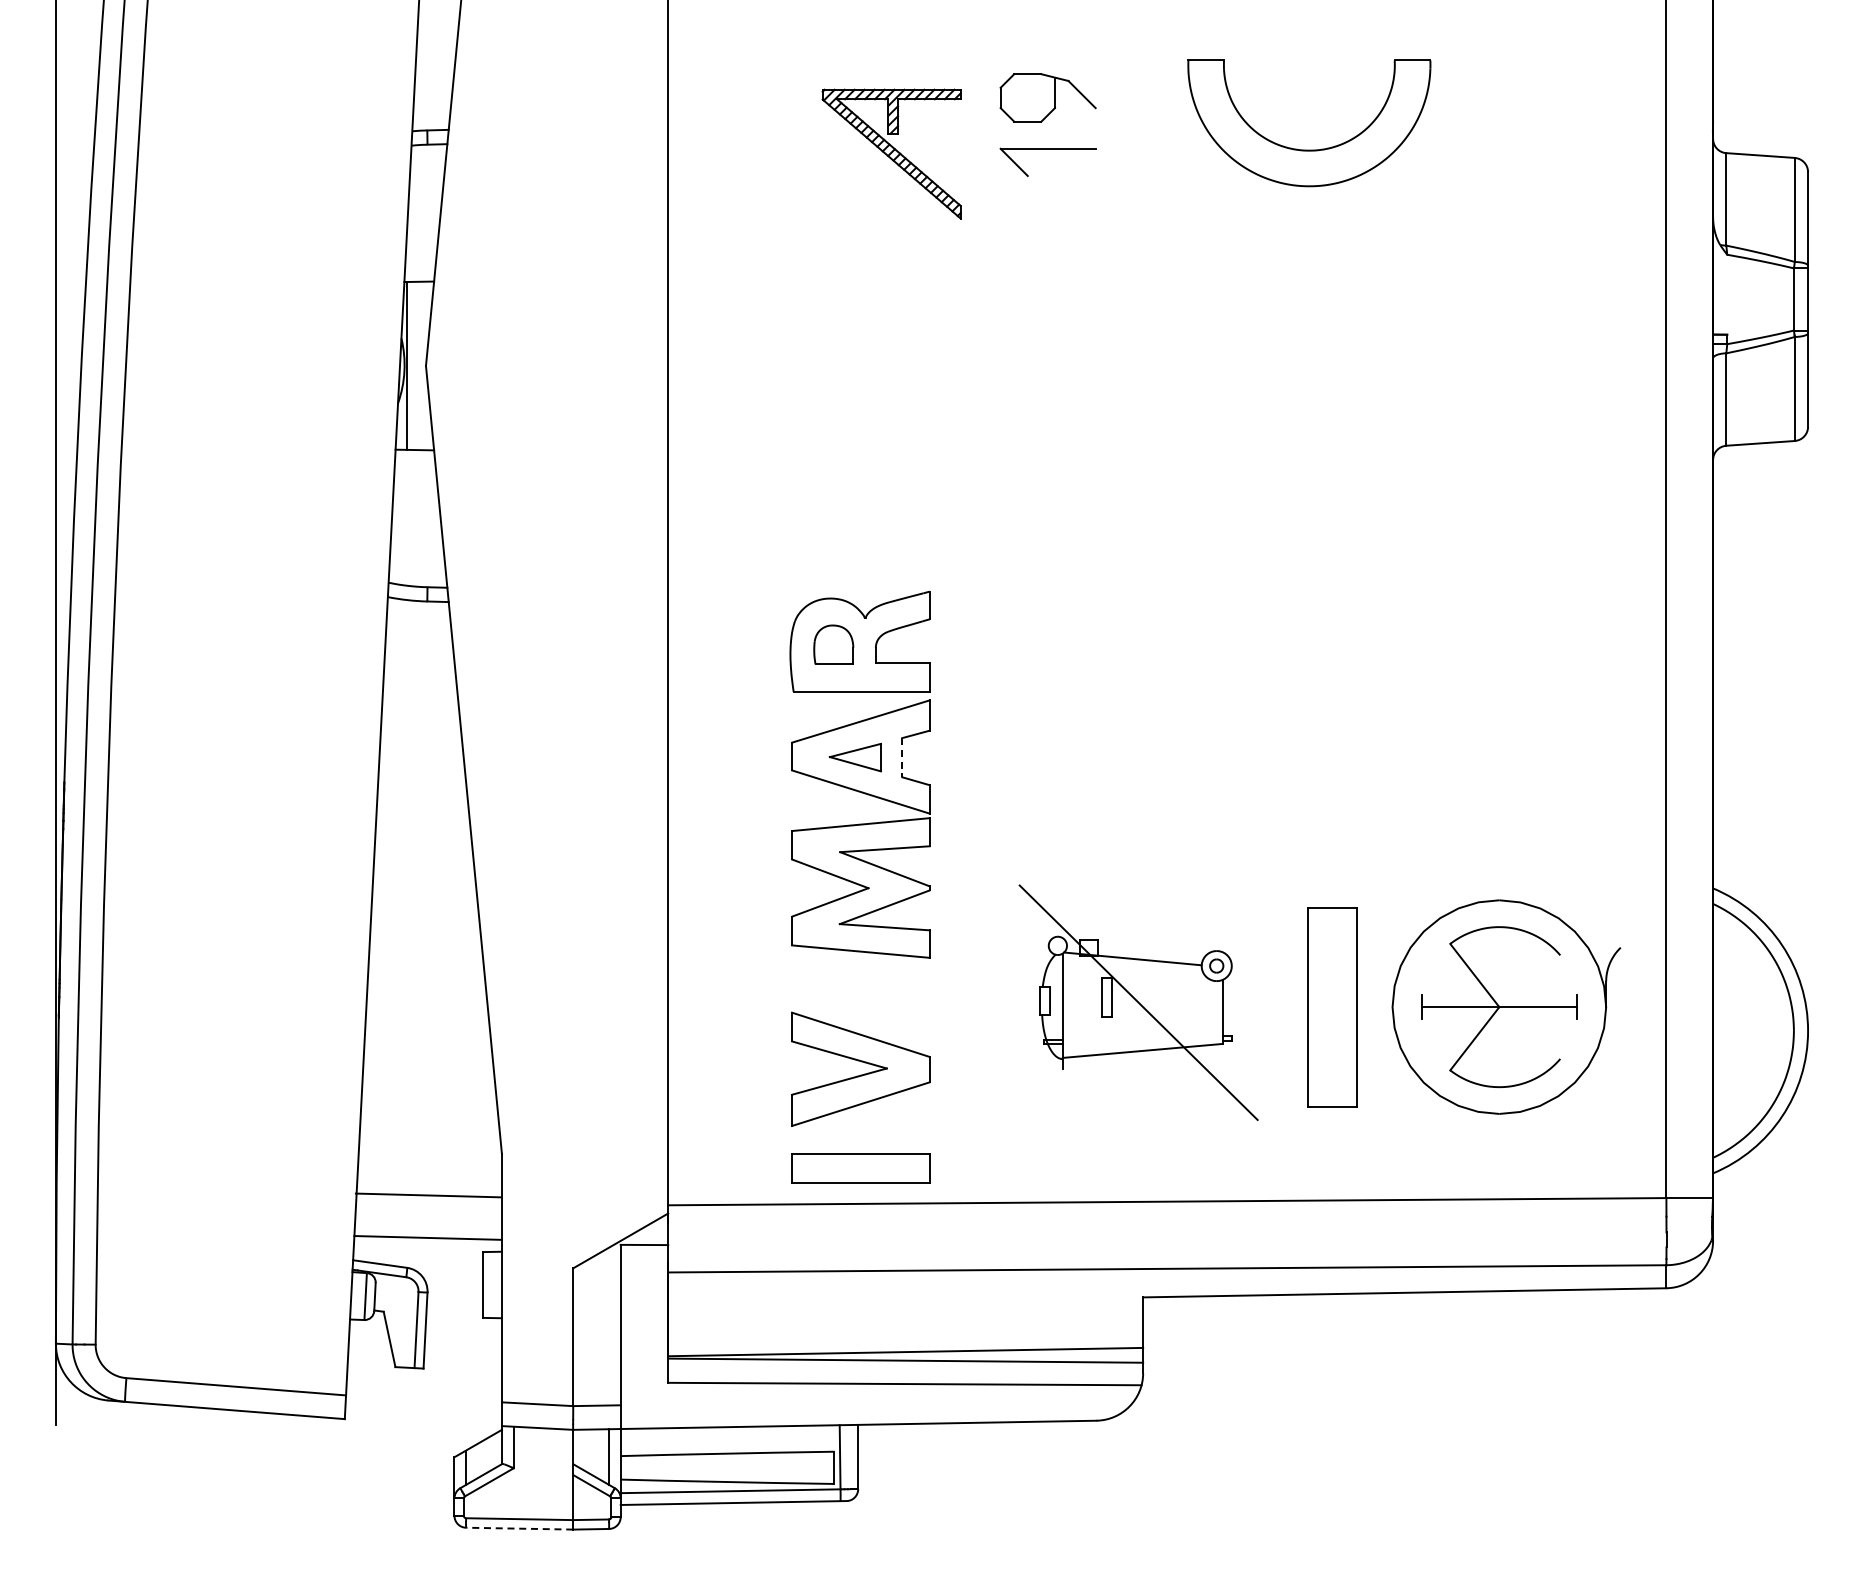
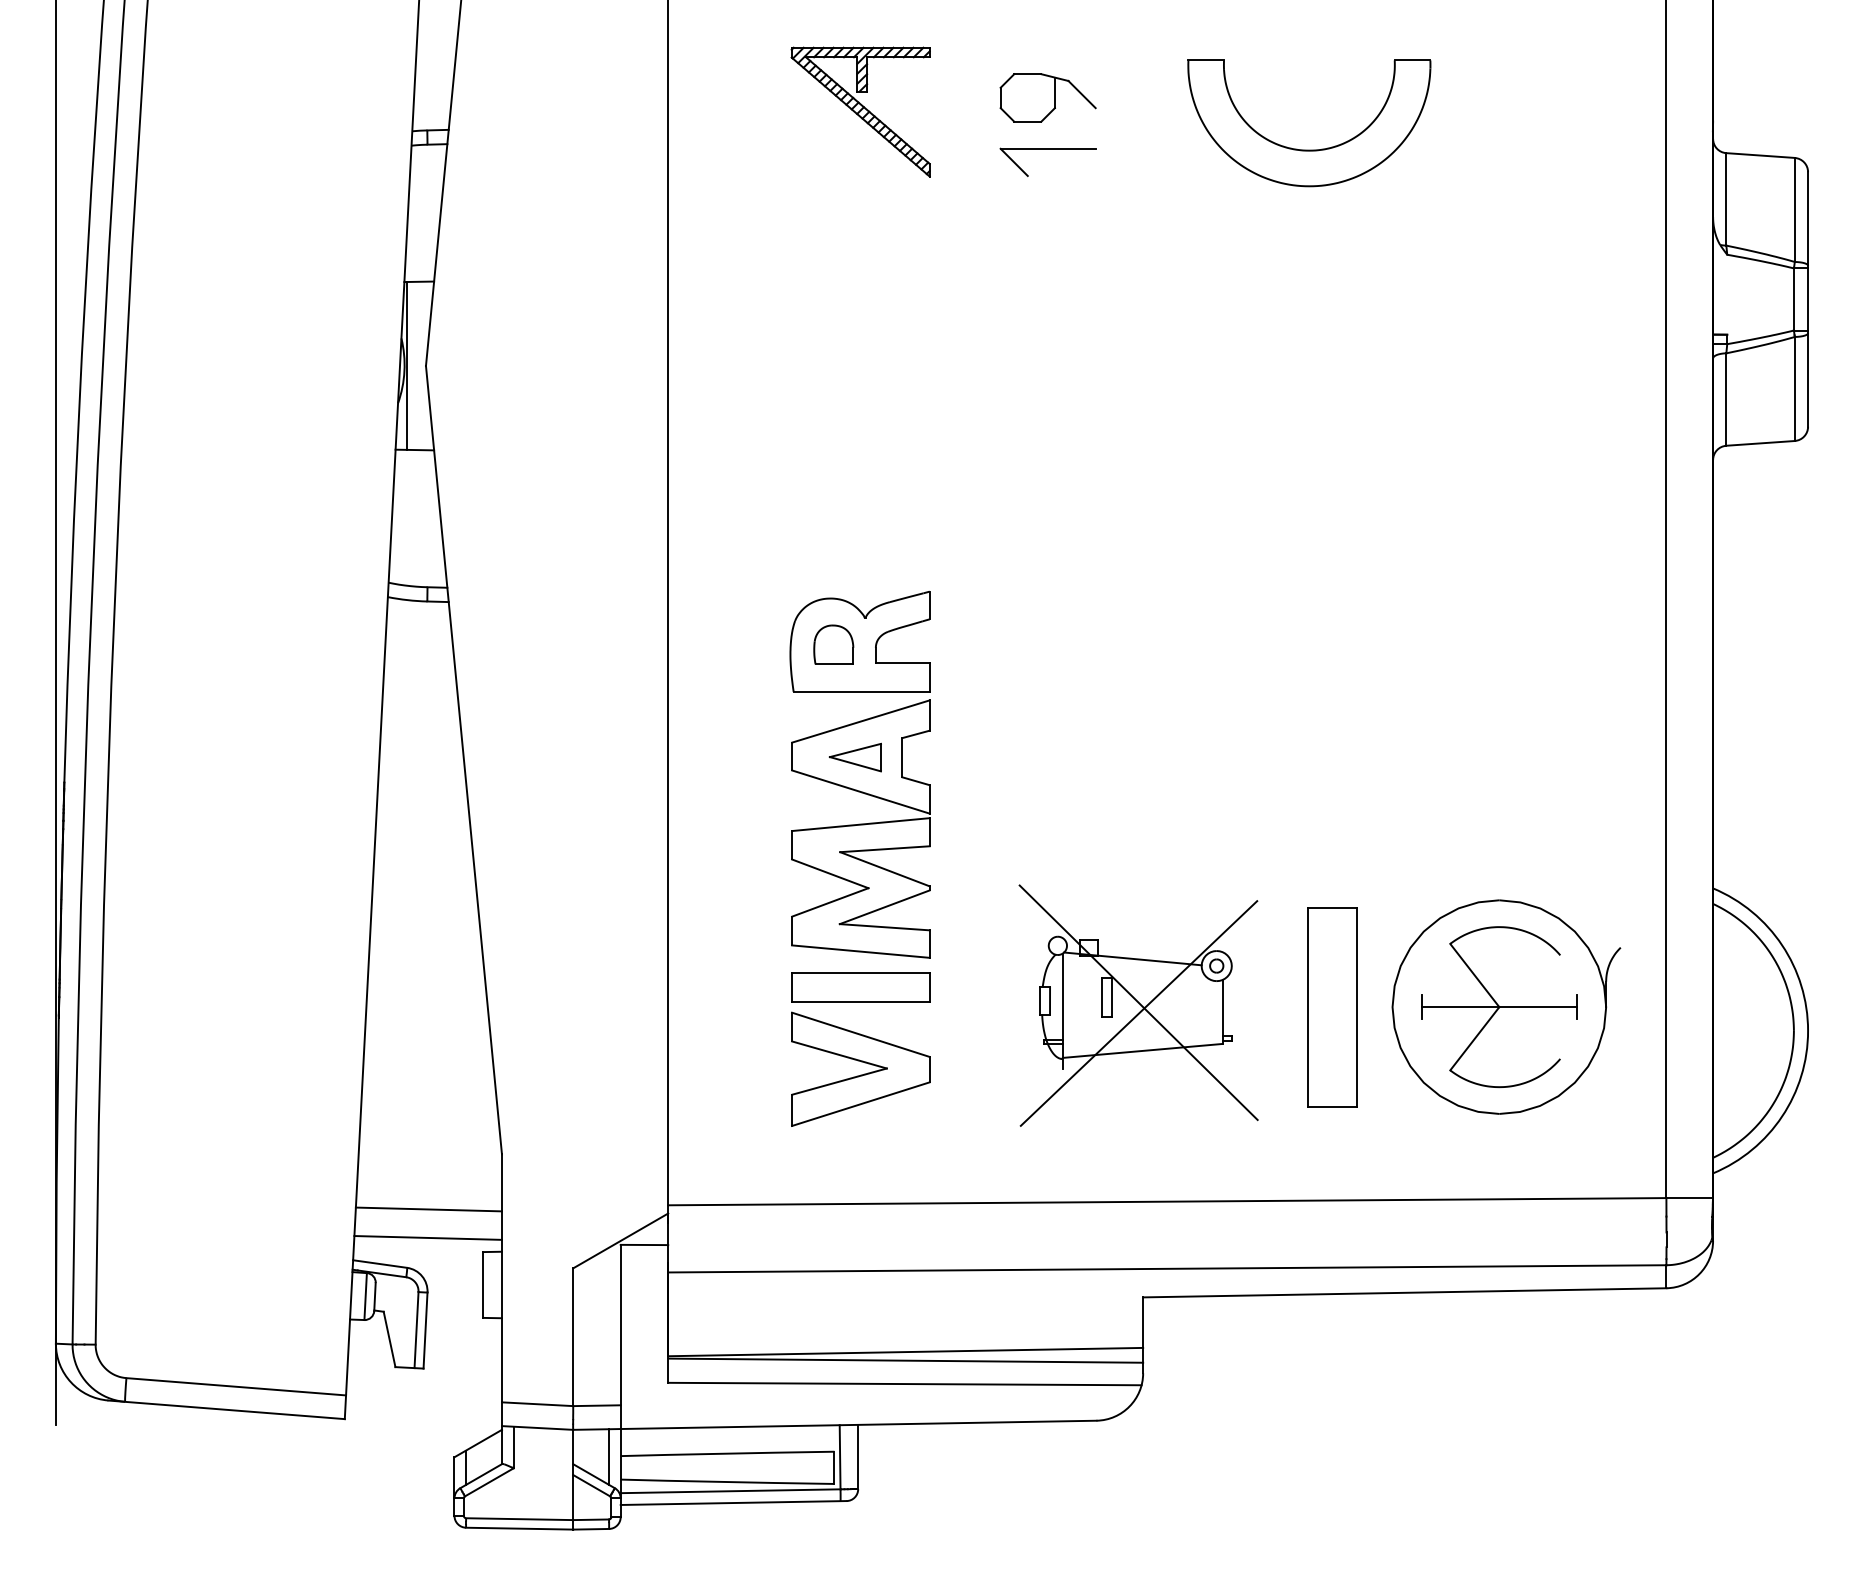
part at (891, 153) position: (891, 153) -> (860, 111)
line at (902, 757): dashed -> solid
line at (1138, 1013): none -> present
part at (860, 1168) position: (860, 1168) -> (860, 987)
line at (428, 1195) position: (428, 1195) -> (428, 1209)
line at (519, 1528): dashed -> solid
